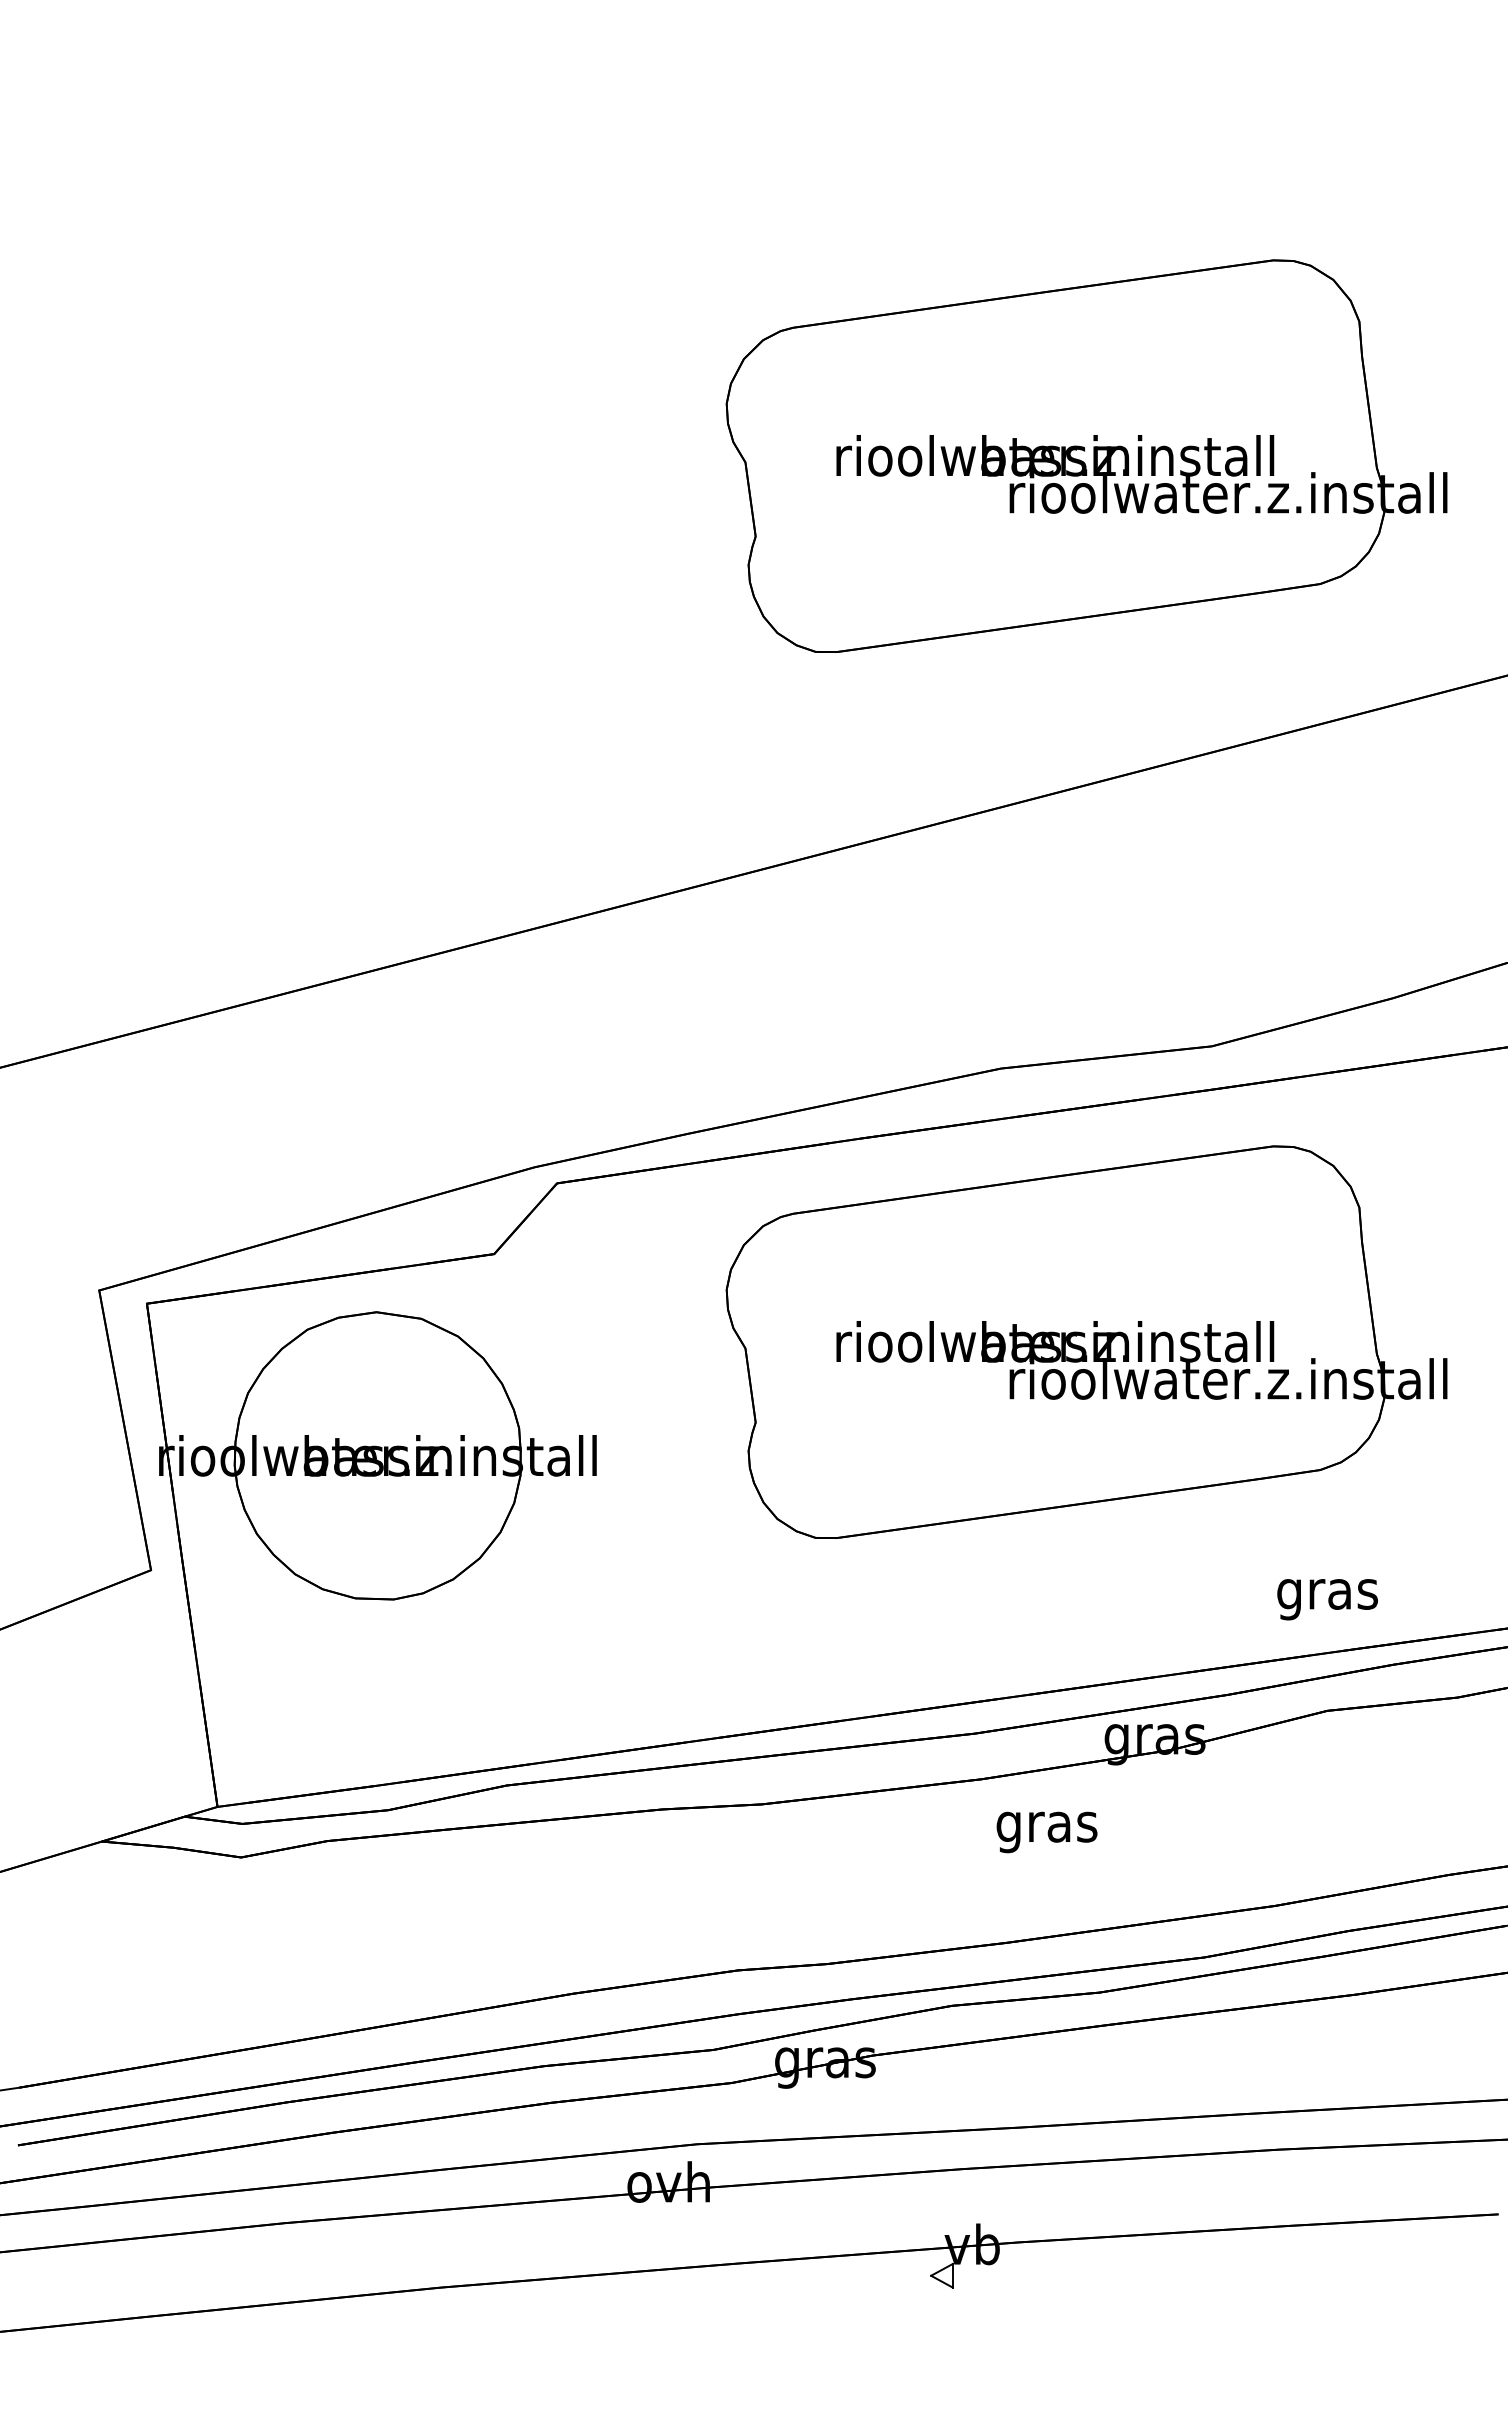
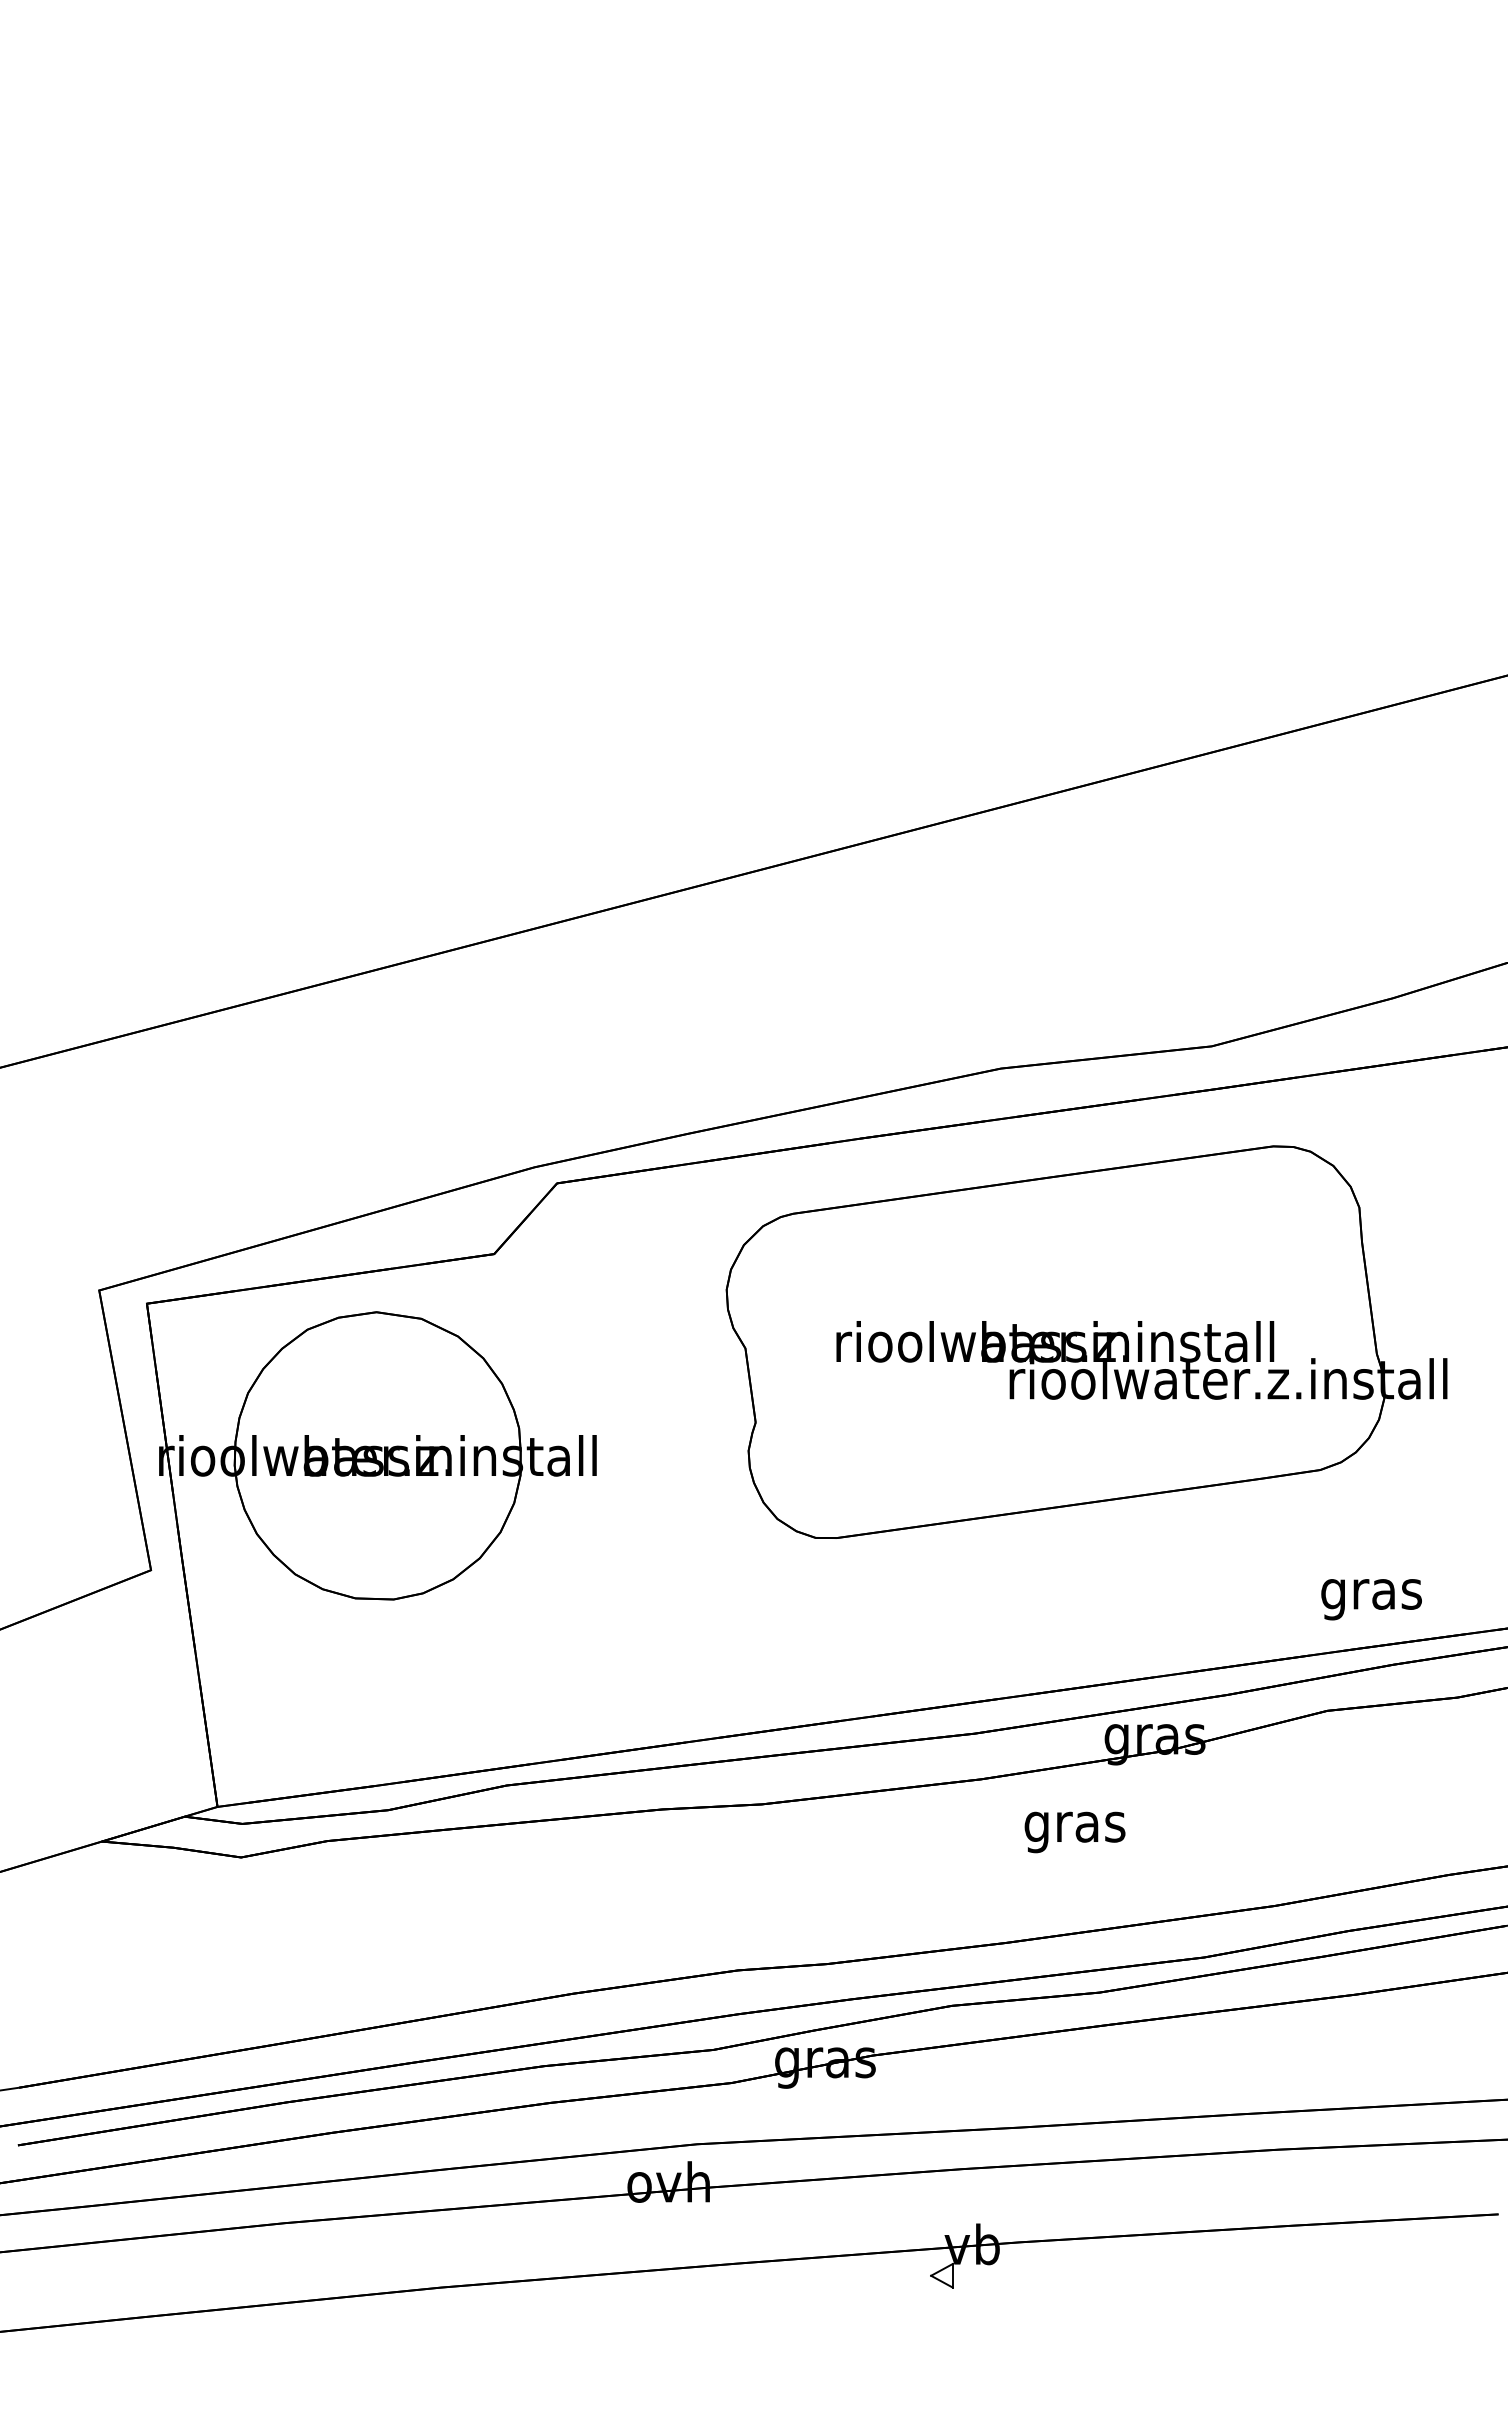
part at (1086, 455): present -> none
text at (1327, 1599) position: (1327, 1599) -> (1371, 1599)
text at (1046, 1832) position: (1046, 1832) -> (1074, 1832)
